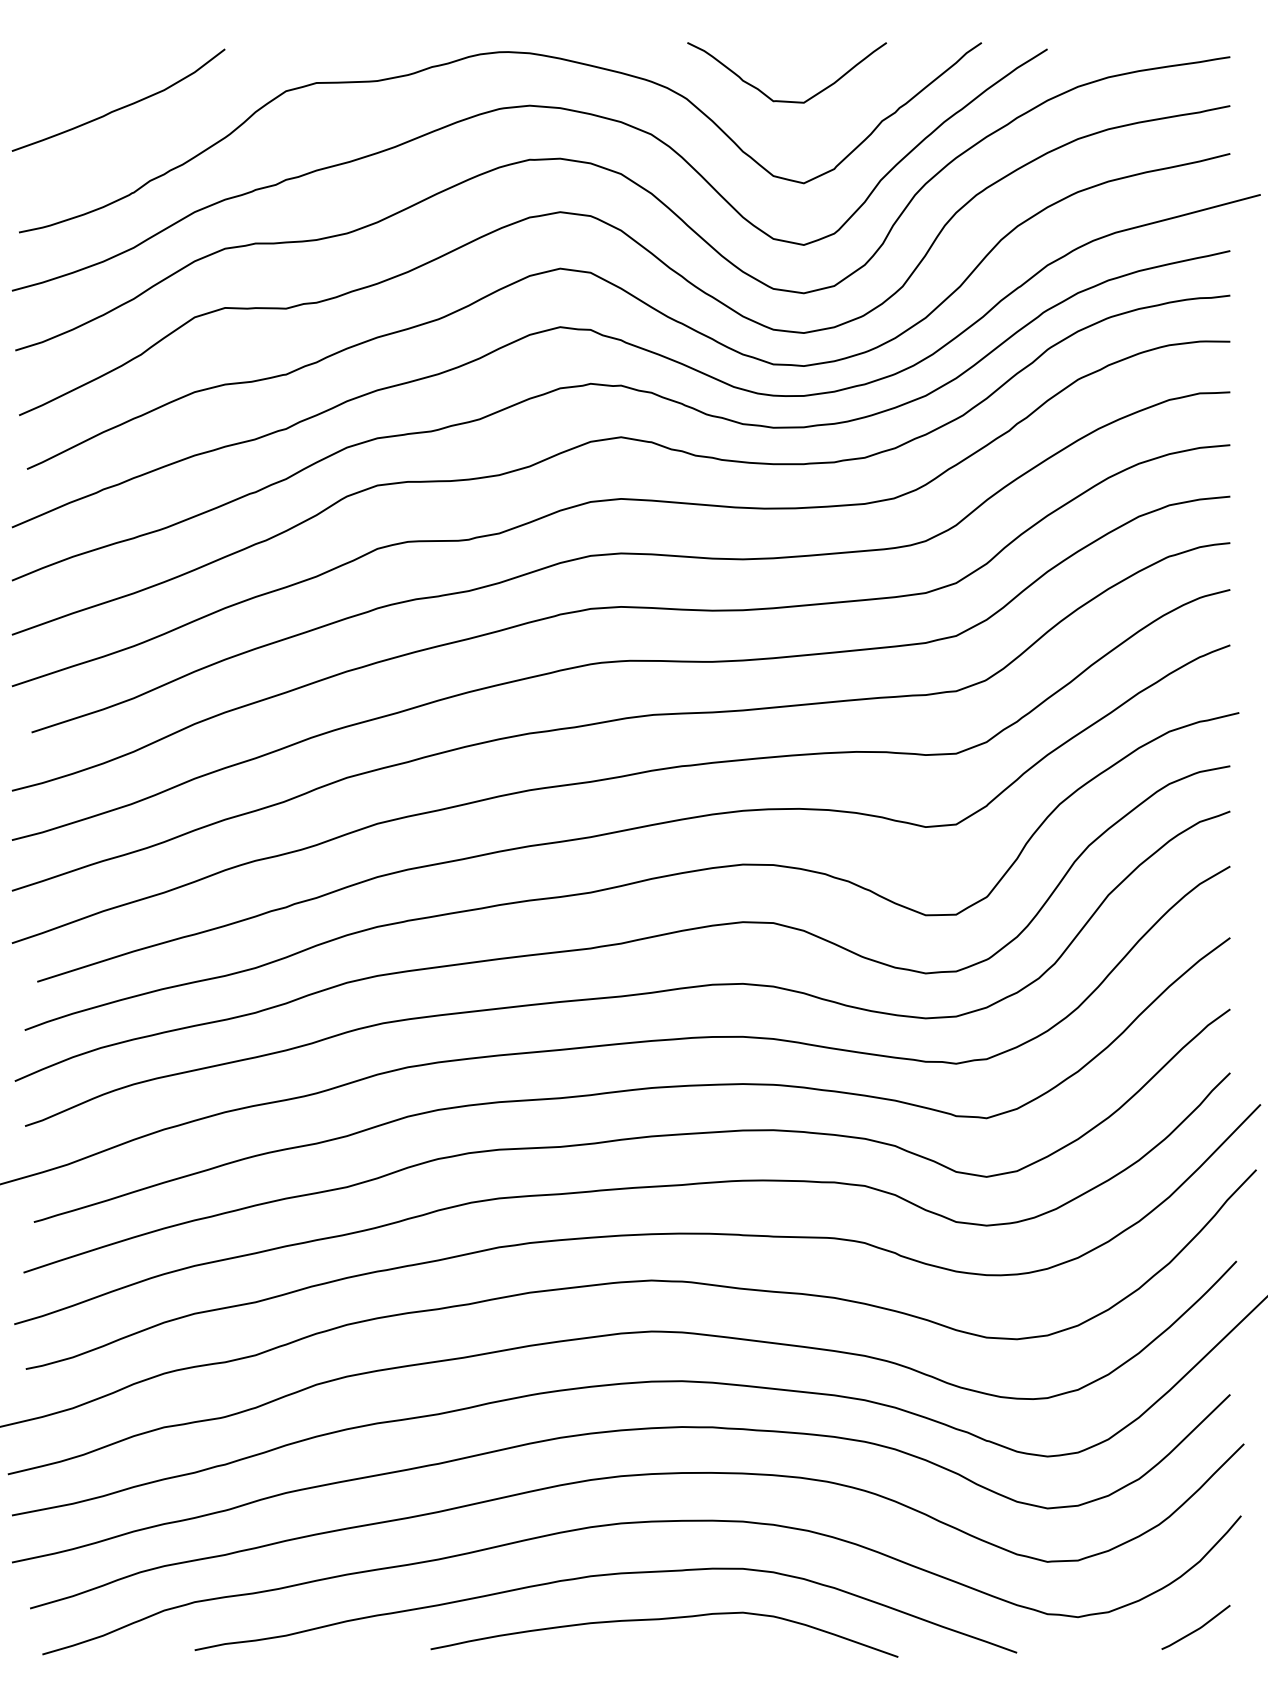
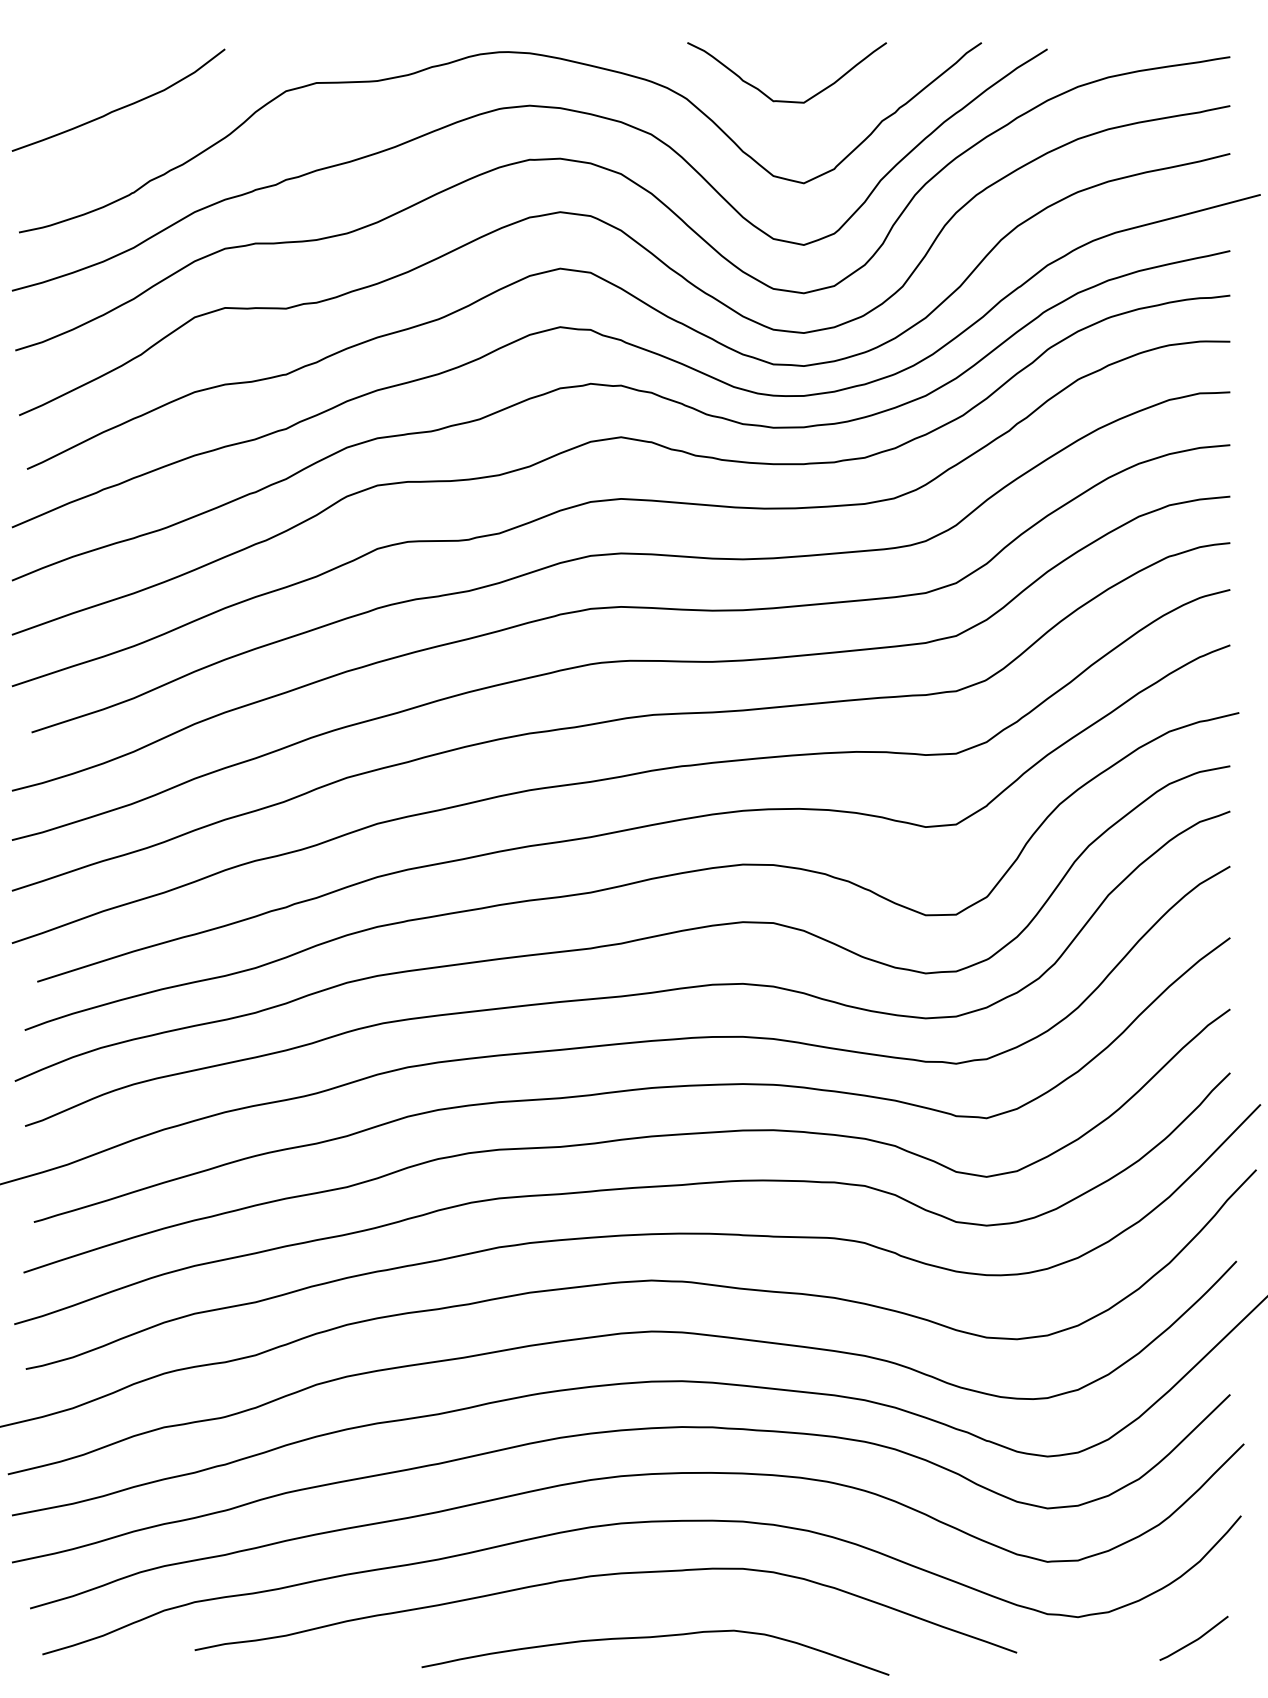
curve at (659, 1620) position: (659, 1620) -> (650, 1638)
line at (1197, 1628) position: (1197, 1628) -> (1195, 1639)
